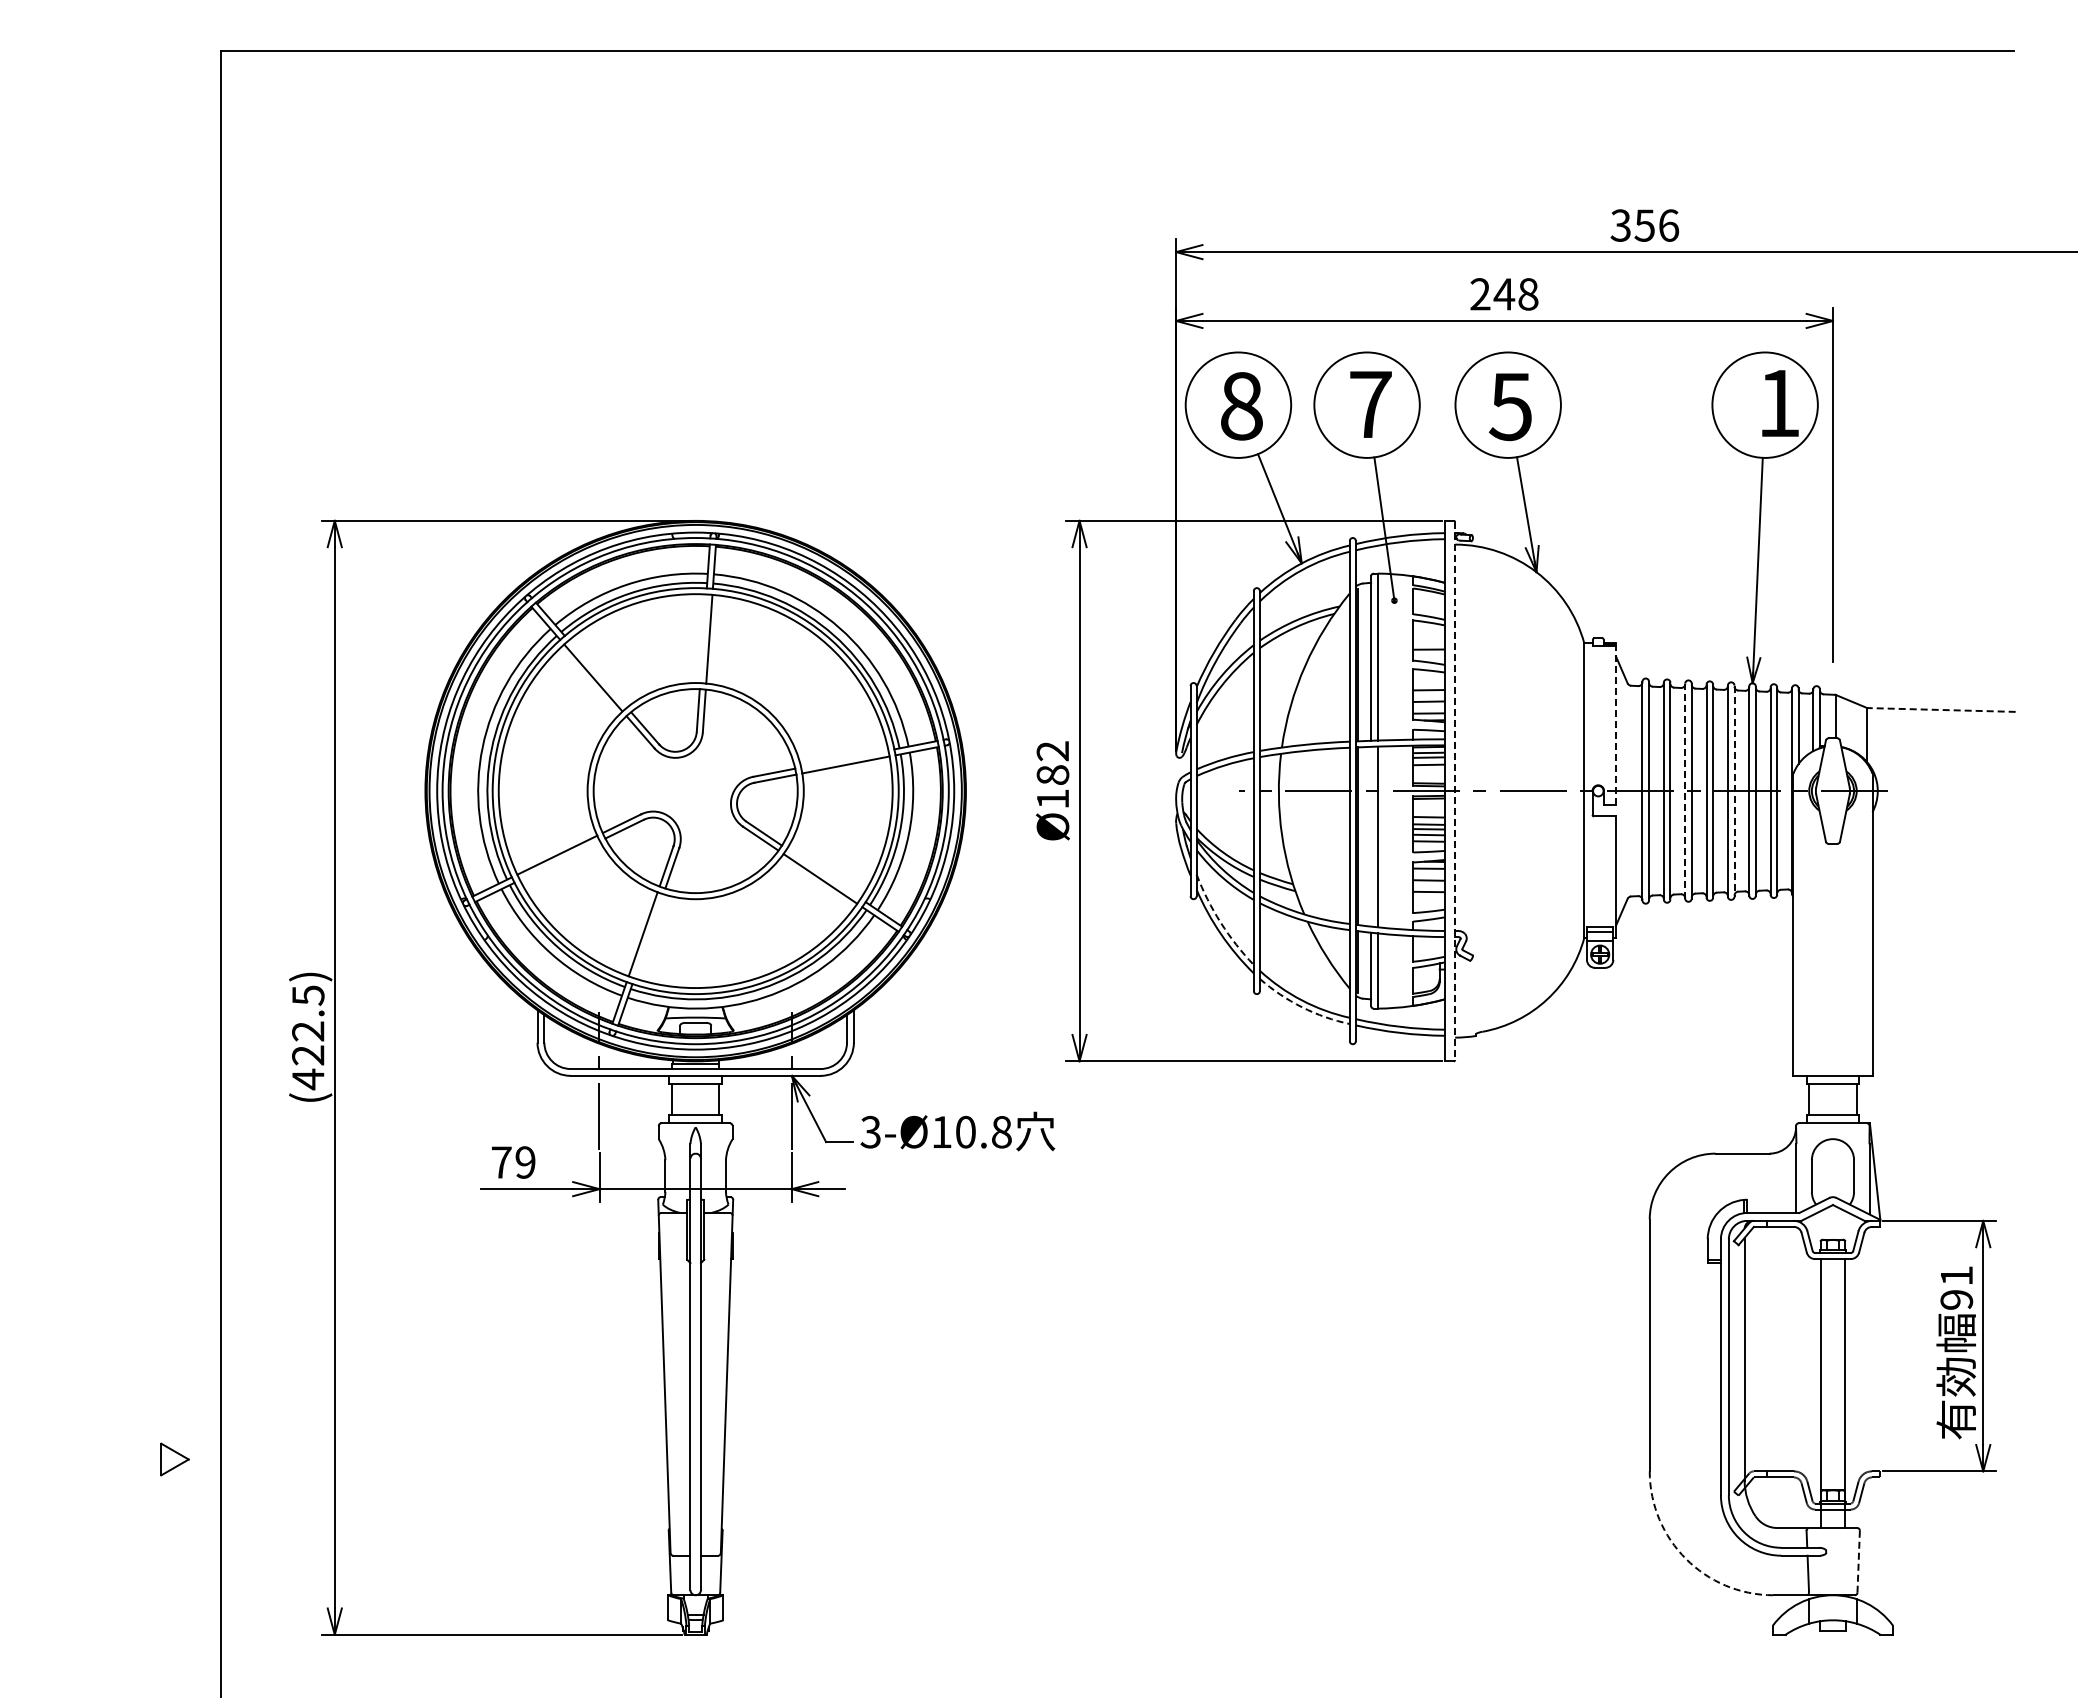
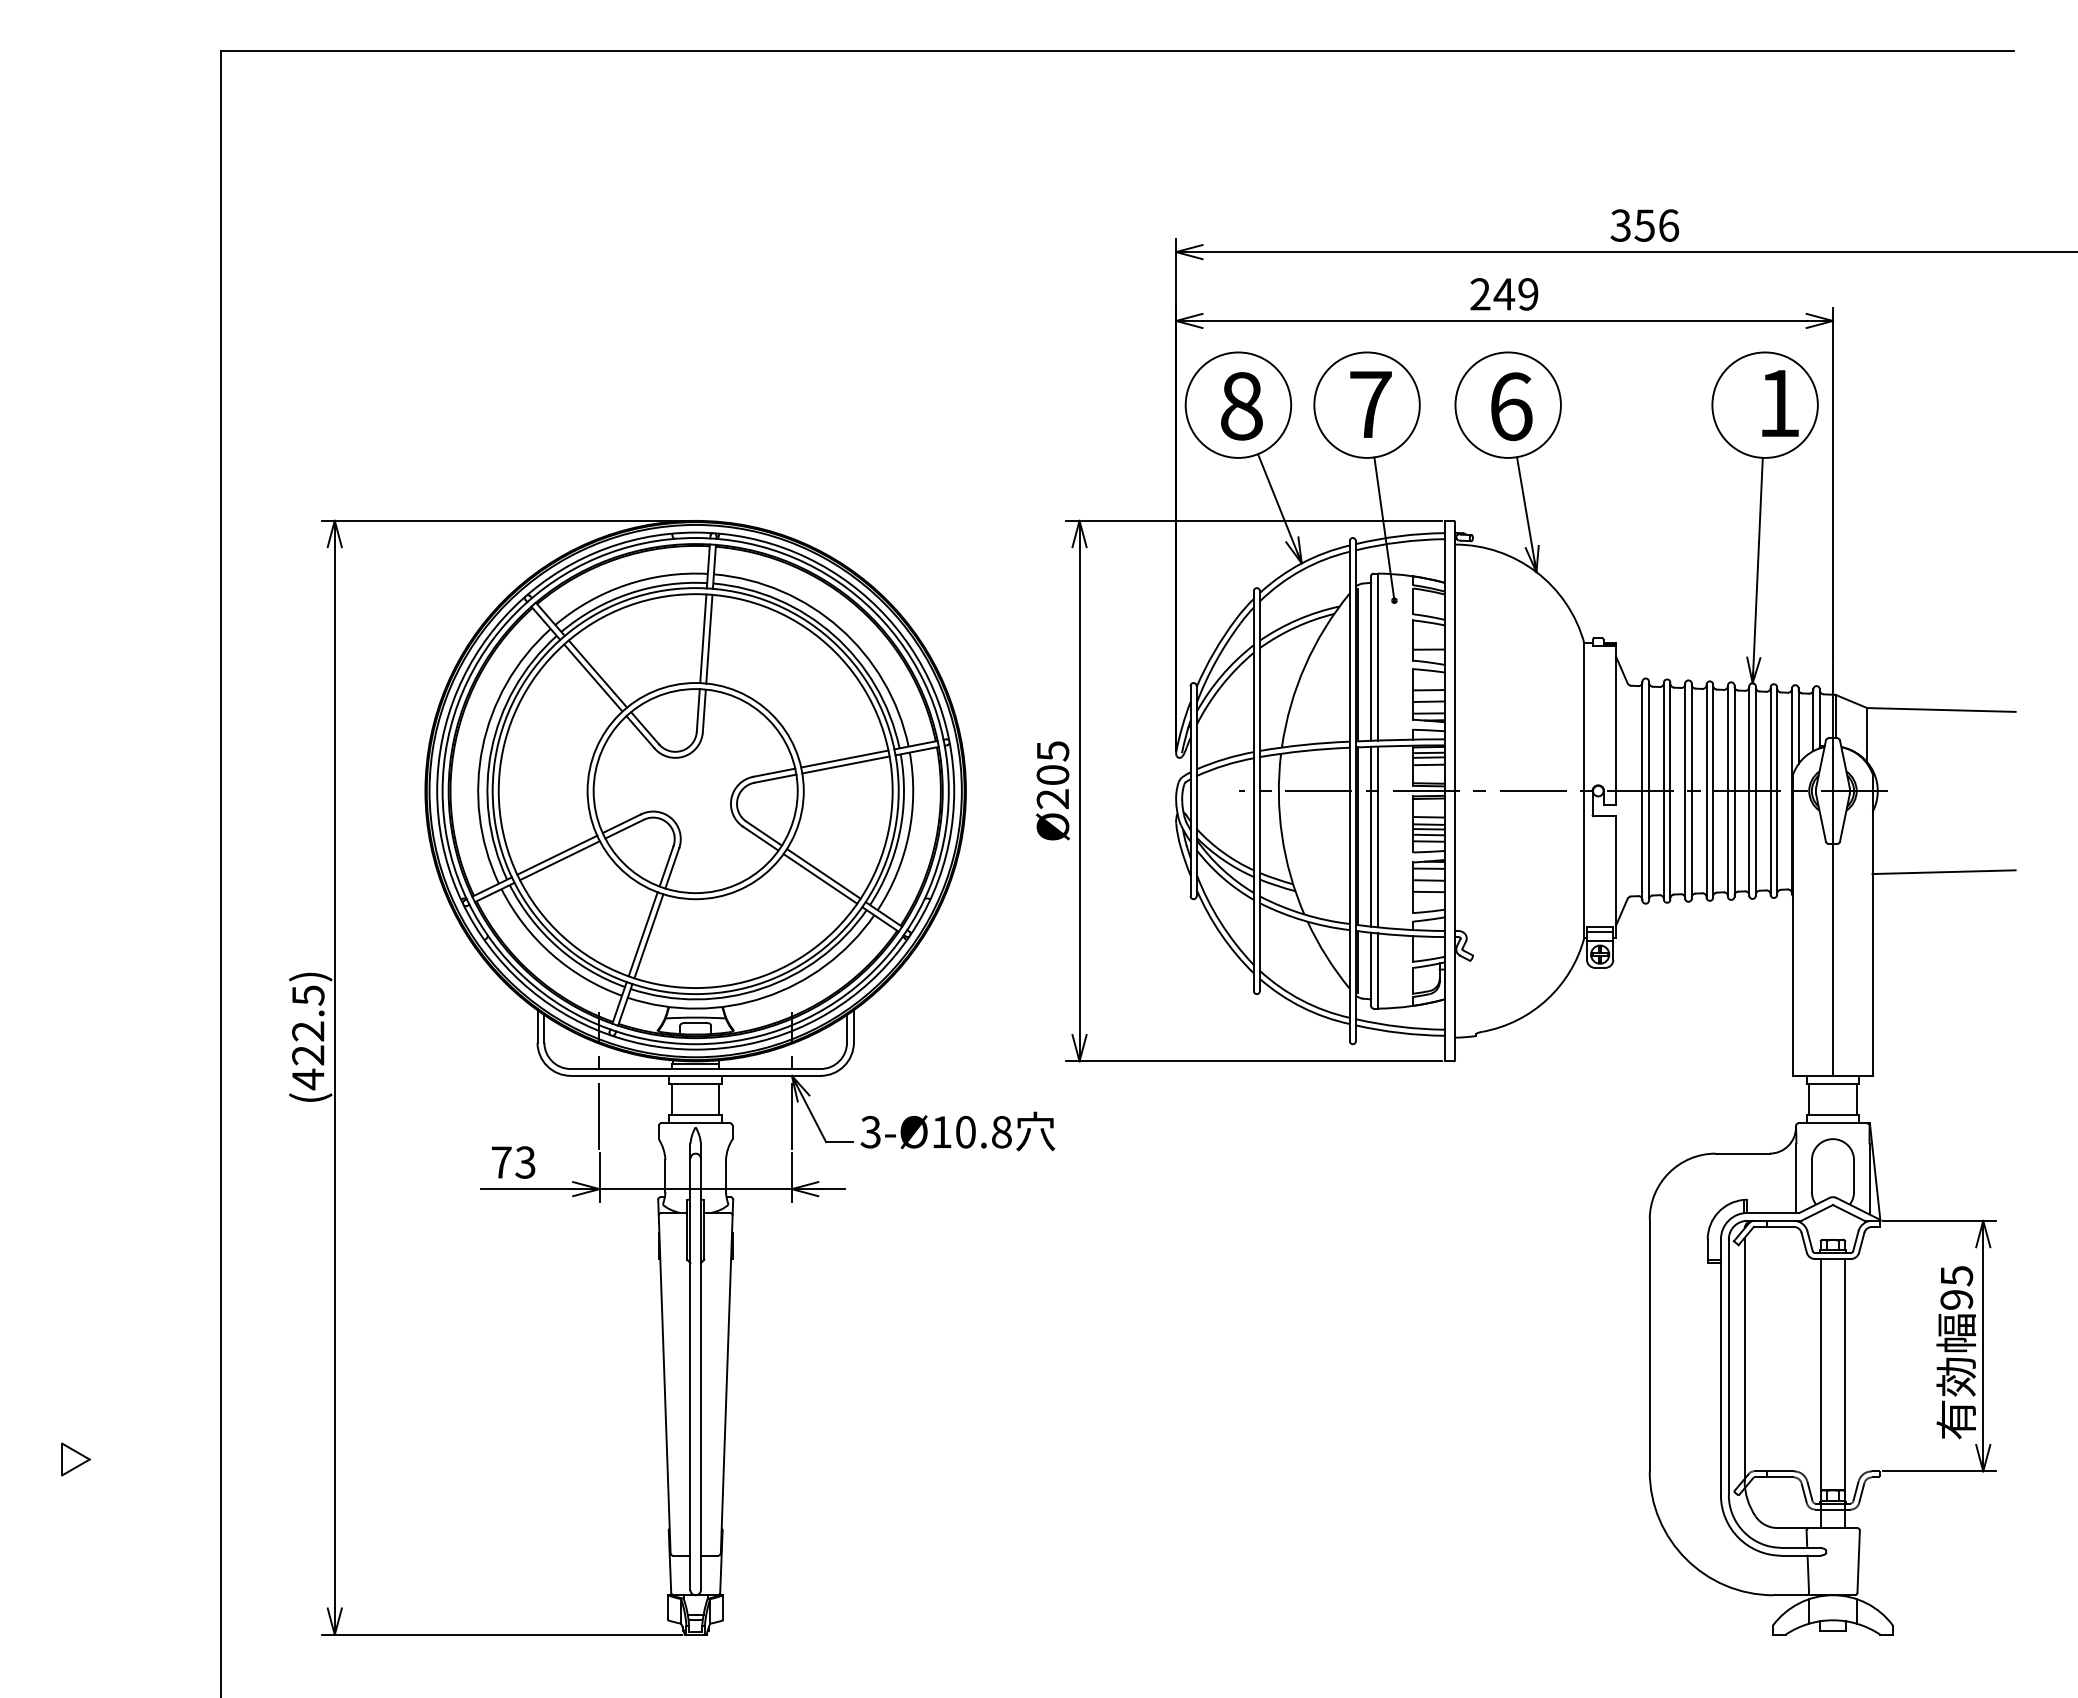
text at (1528, 294): 248 -> 249
text at (1510, 406): 5 -> 6
line at (703, 638): none -> present
line at (597, 673): none -> present
line at (1940, 709): dashed -> solid
line at (1615, 724): dashed -> solid
line at (844, 758): none -> present
text at (1052, 775): Ø182 -> Ø205
line at (1685, 790): dashed -> solid
line at (1455, 791): dashed -> solid
line at (1734, 791): dashed -> solid
line at (1371, 836): none -> present
line at (559, 860): none -> present
line at (1832, 869): none -> present
line at (1943, 872): none -> present
line at (823, 873): none -> present
arc at (1220, 922): dashed -> solid
line at (648, 936): none -> present
arc at (1302, 1007): dashed -> solid
text at (525, 1162): 79 -> 73
text at (1957, 1276): 91 -> 95
part at (174, 1459) position: (174, 1459) -> (75, 1459)
arc at (1686, 1558): dashed -> solid
line at (1858, 1561): dashed -> solid
